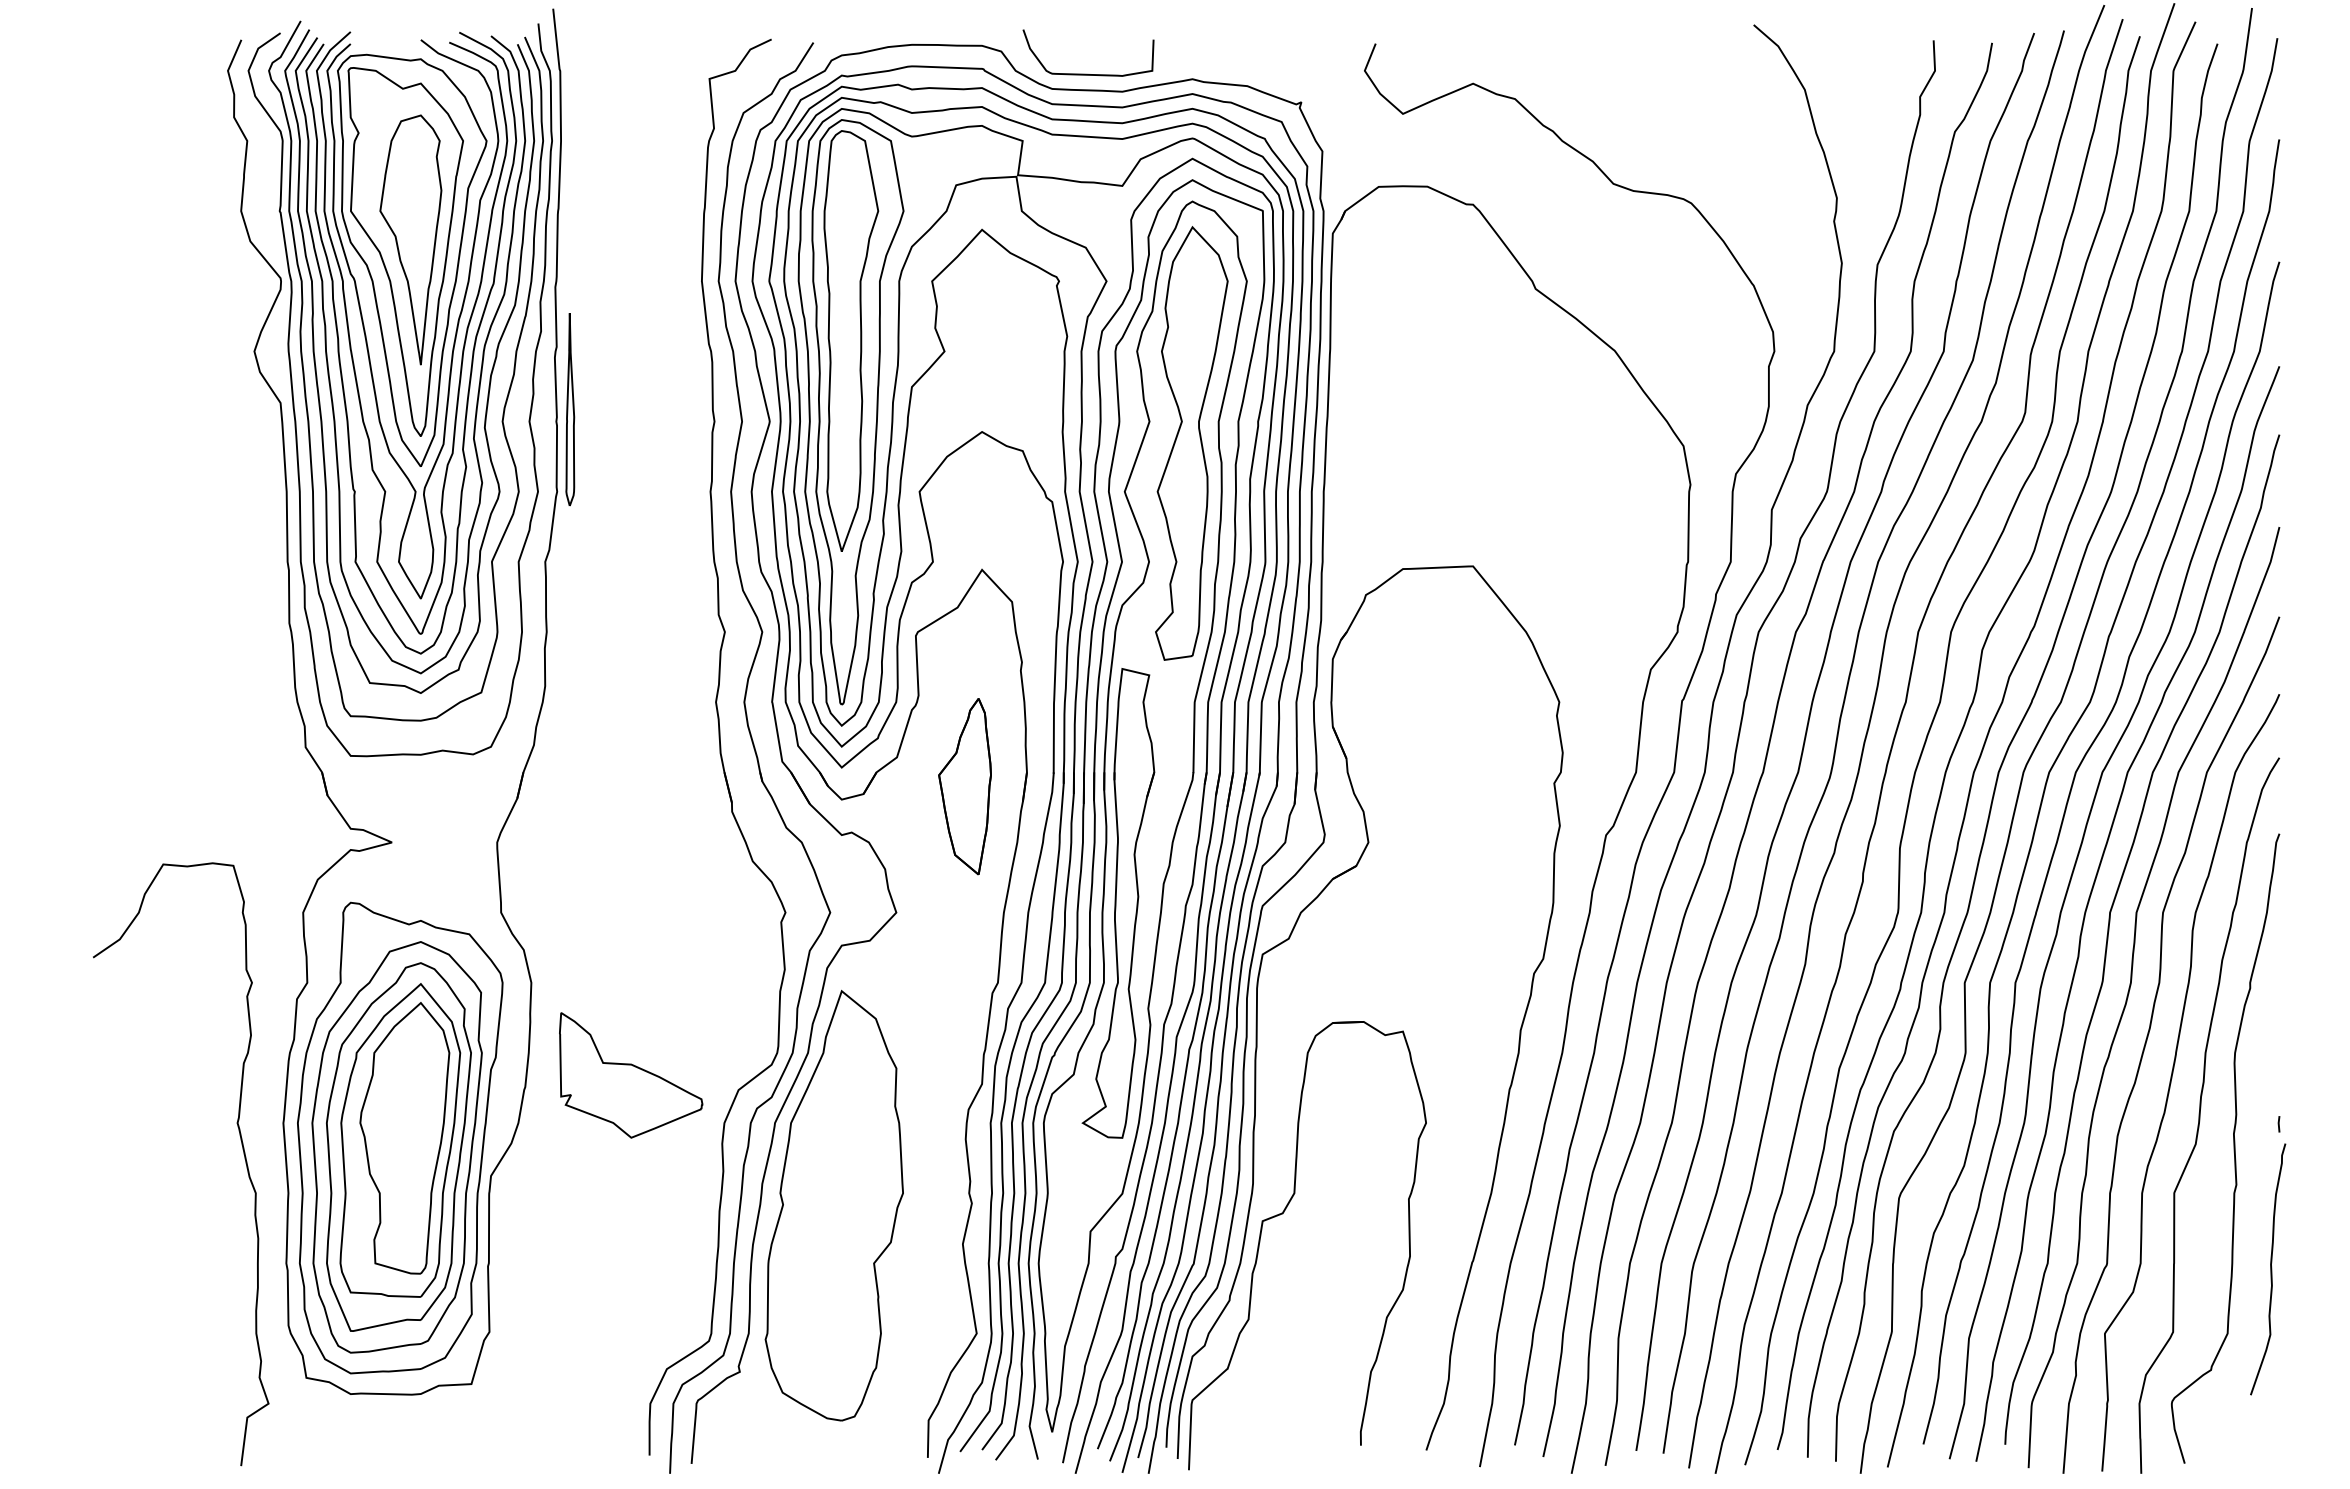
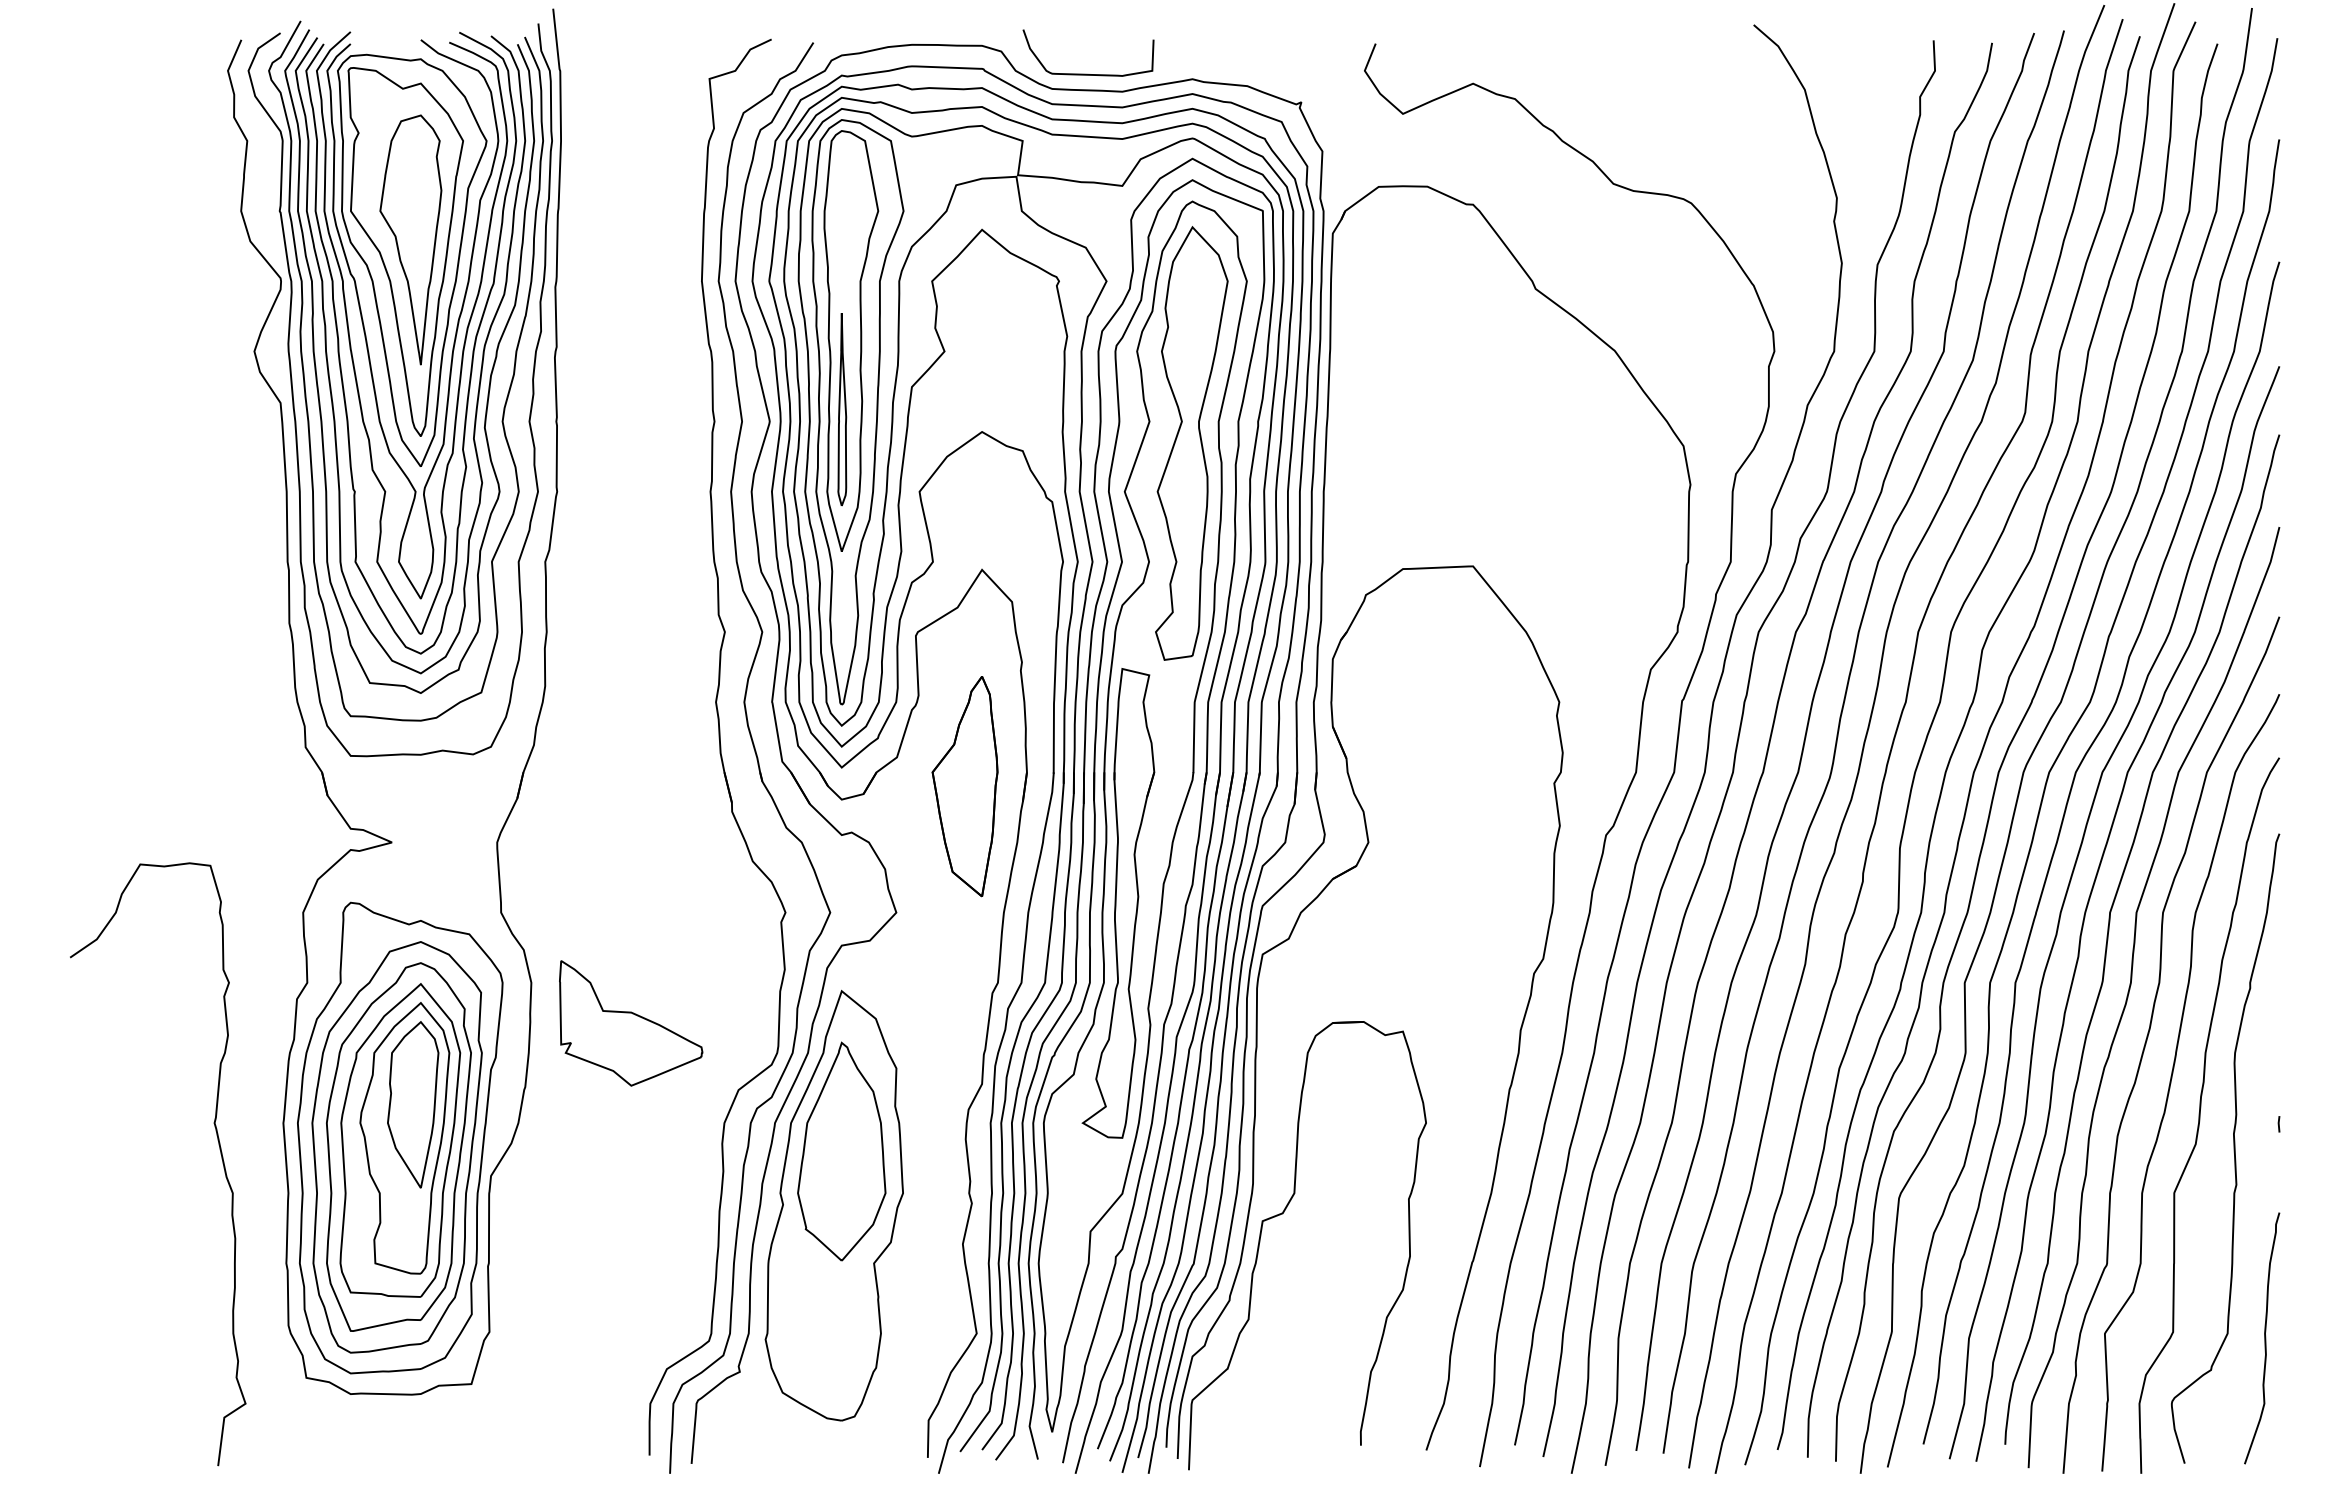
part at (570, 409) position: (570, 409) -> (842, 409)
part at (964, 786) size: 54x178 px -> 68x222 px
part at (631, 1075) position: (631, 1075) -> (631, 1023)
part at (413, 1104): none -> present
part at (841, 1151): none -> present
curve at (243, 1154) position: (243, 1154) -> (220, 1154)
curve at (2270, 1269) position: (2270, 1269) -> (2264, 1338)
